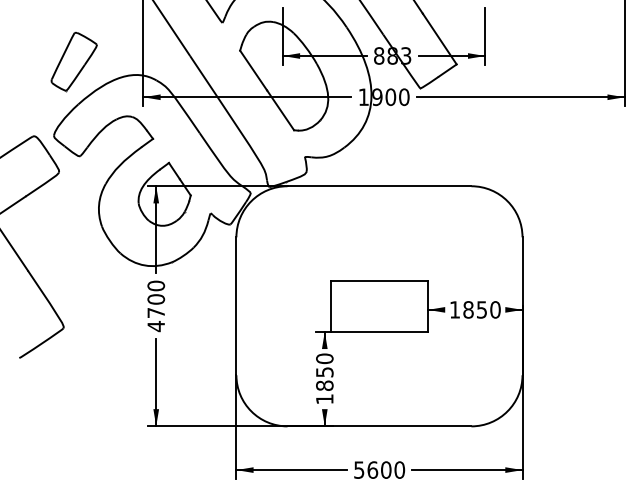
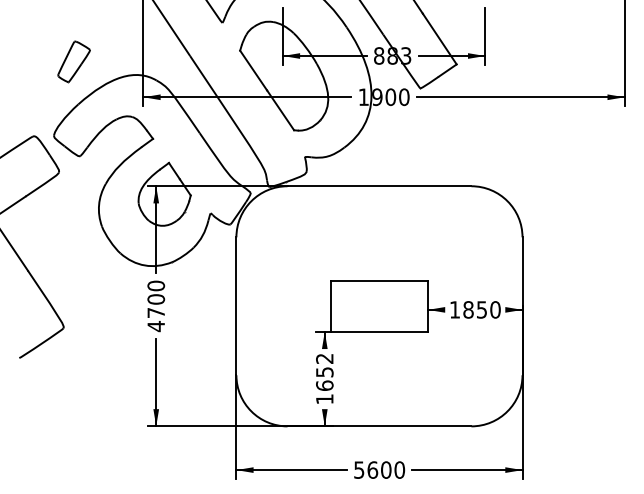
part at (73, 61) size: 48x62 px -> 34x44 px
text at (324, 371): 1850 -> 1652
